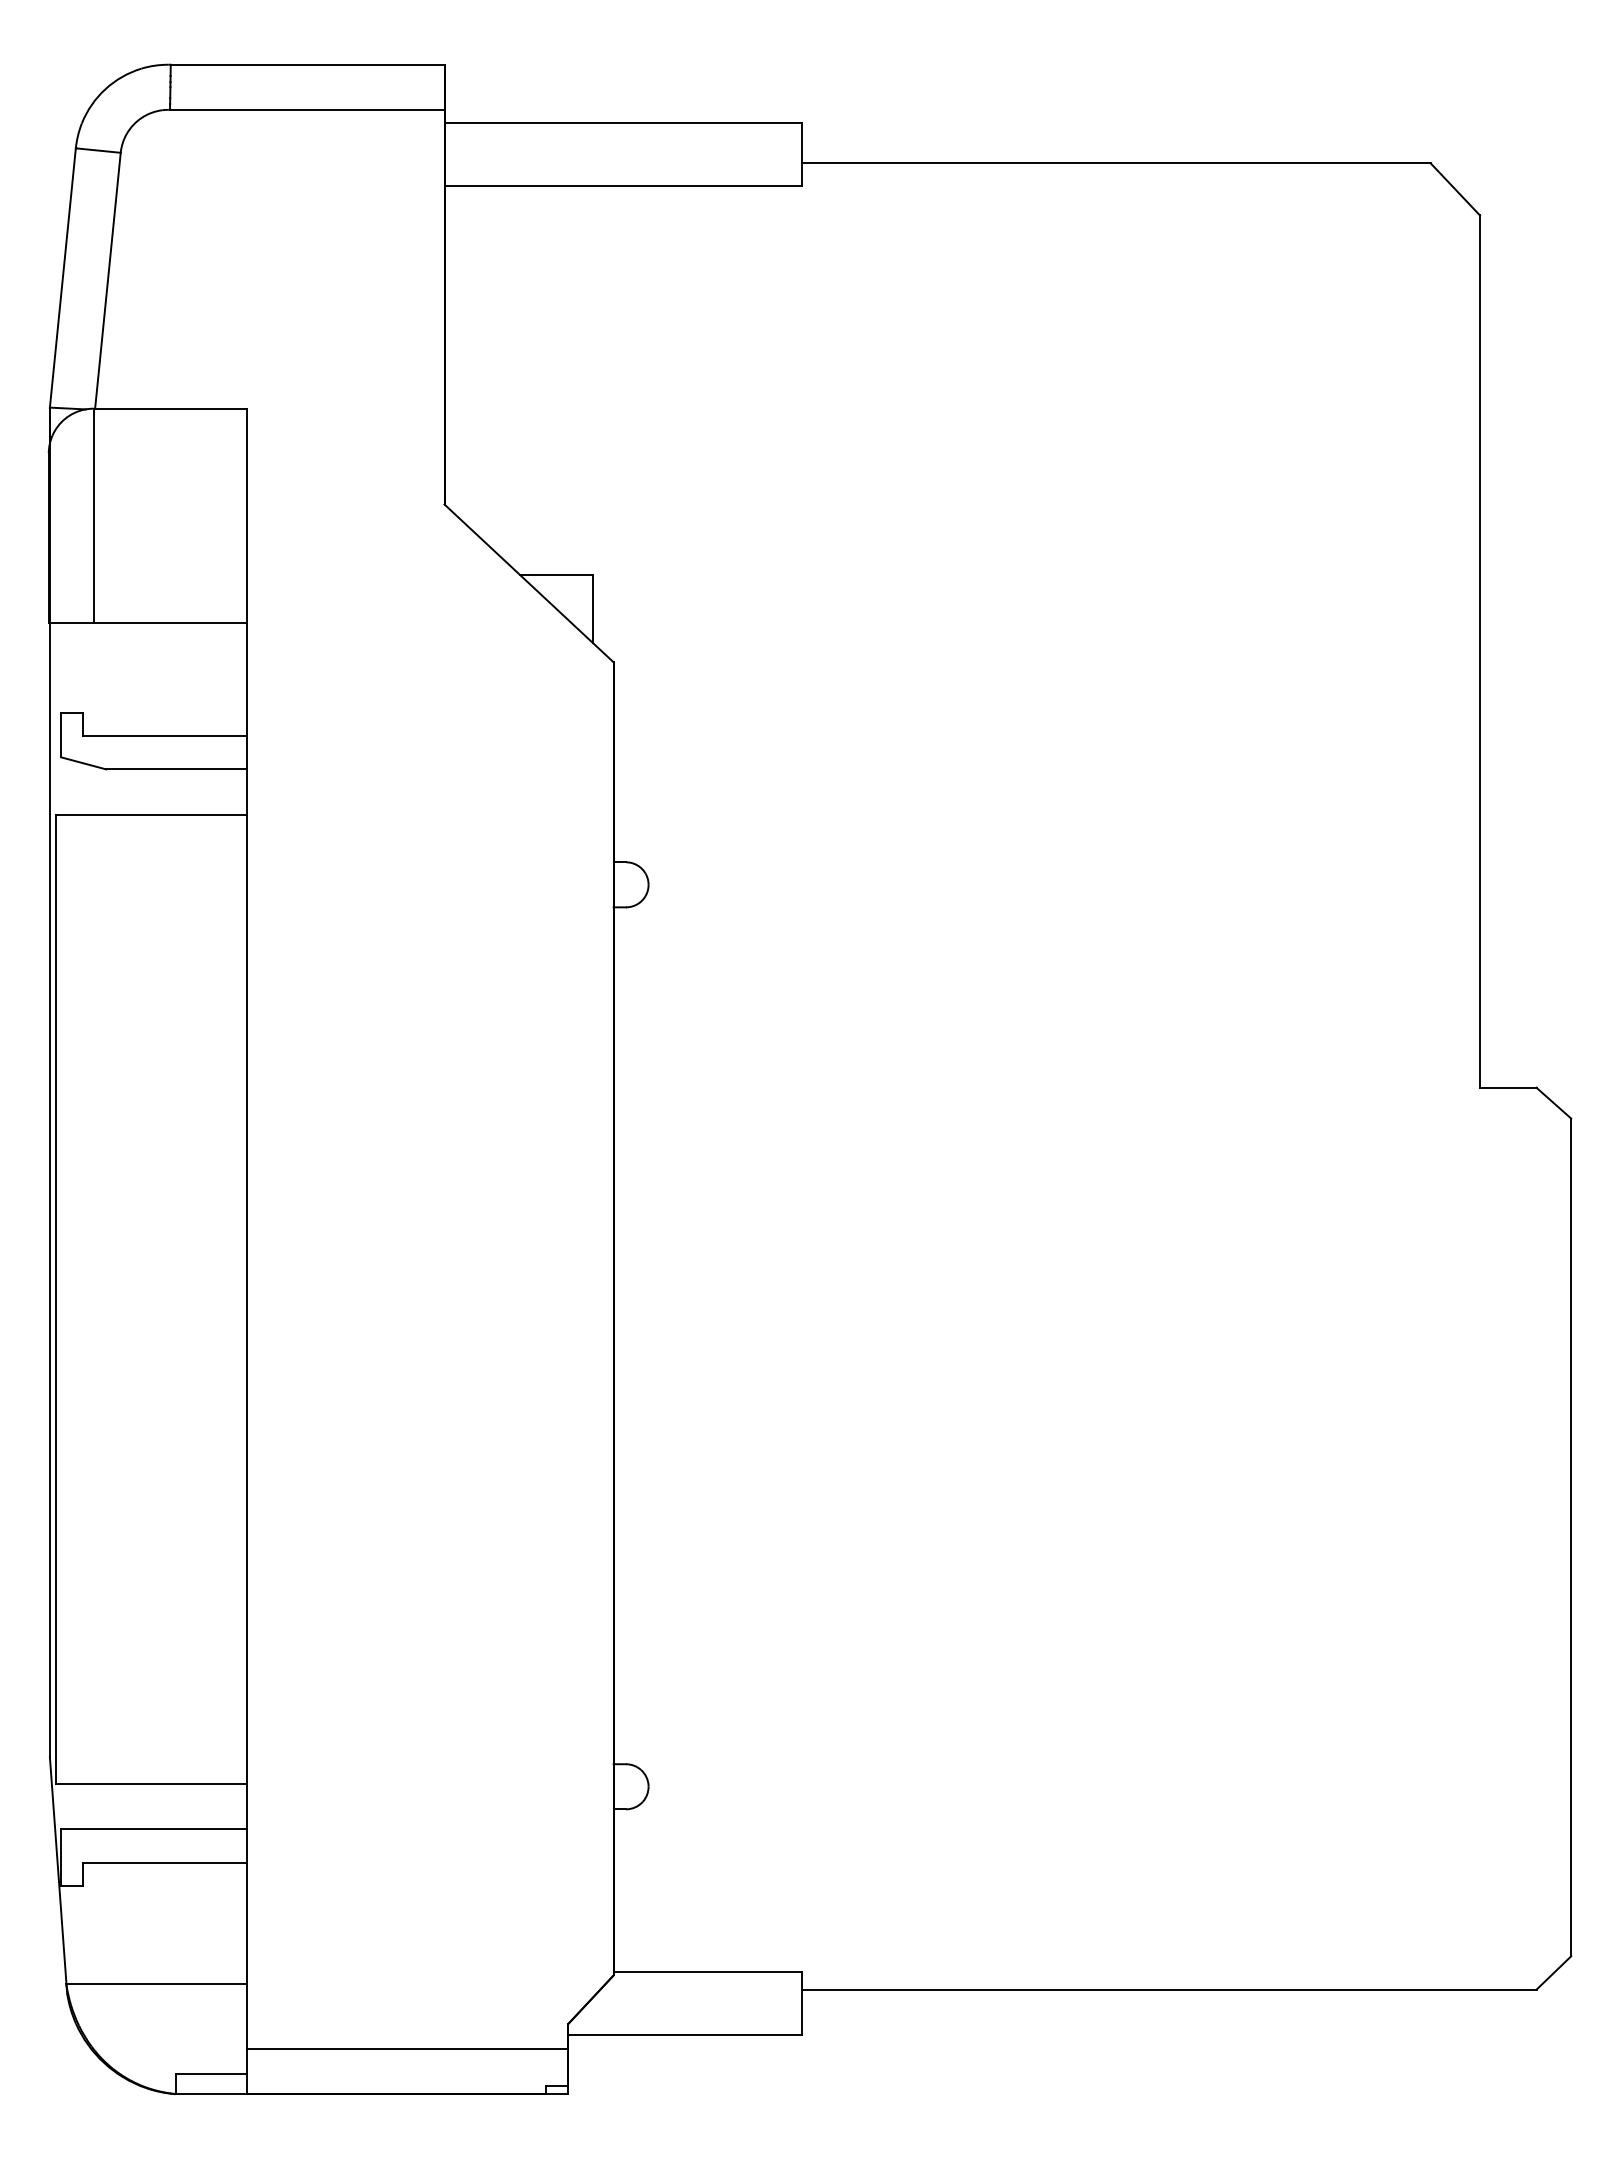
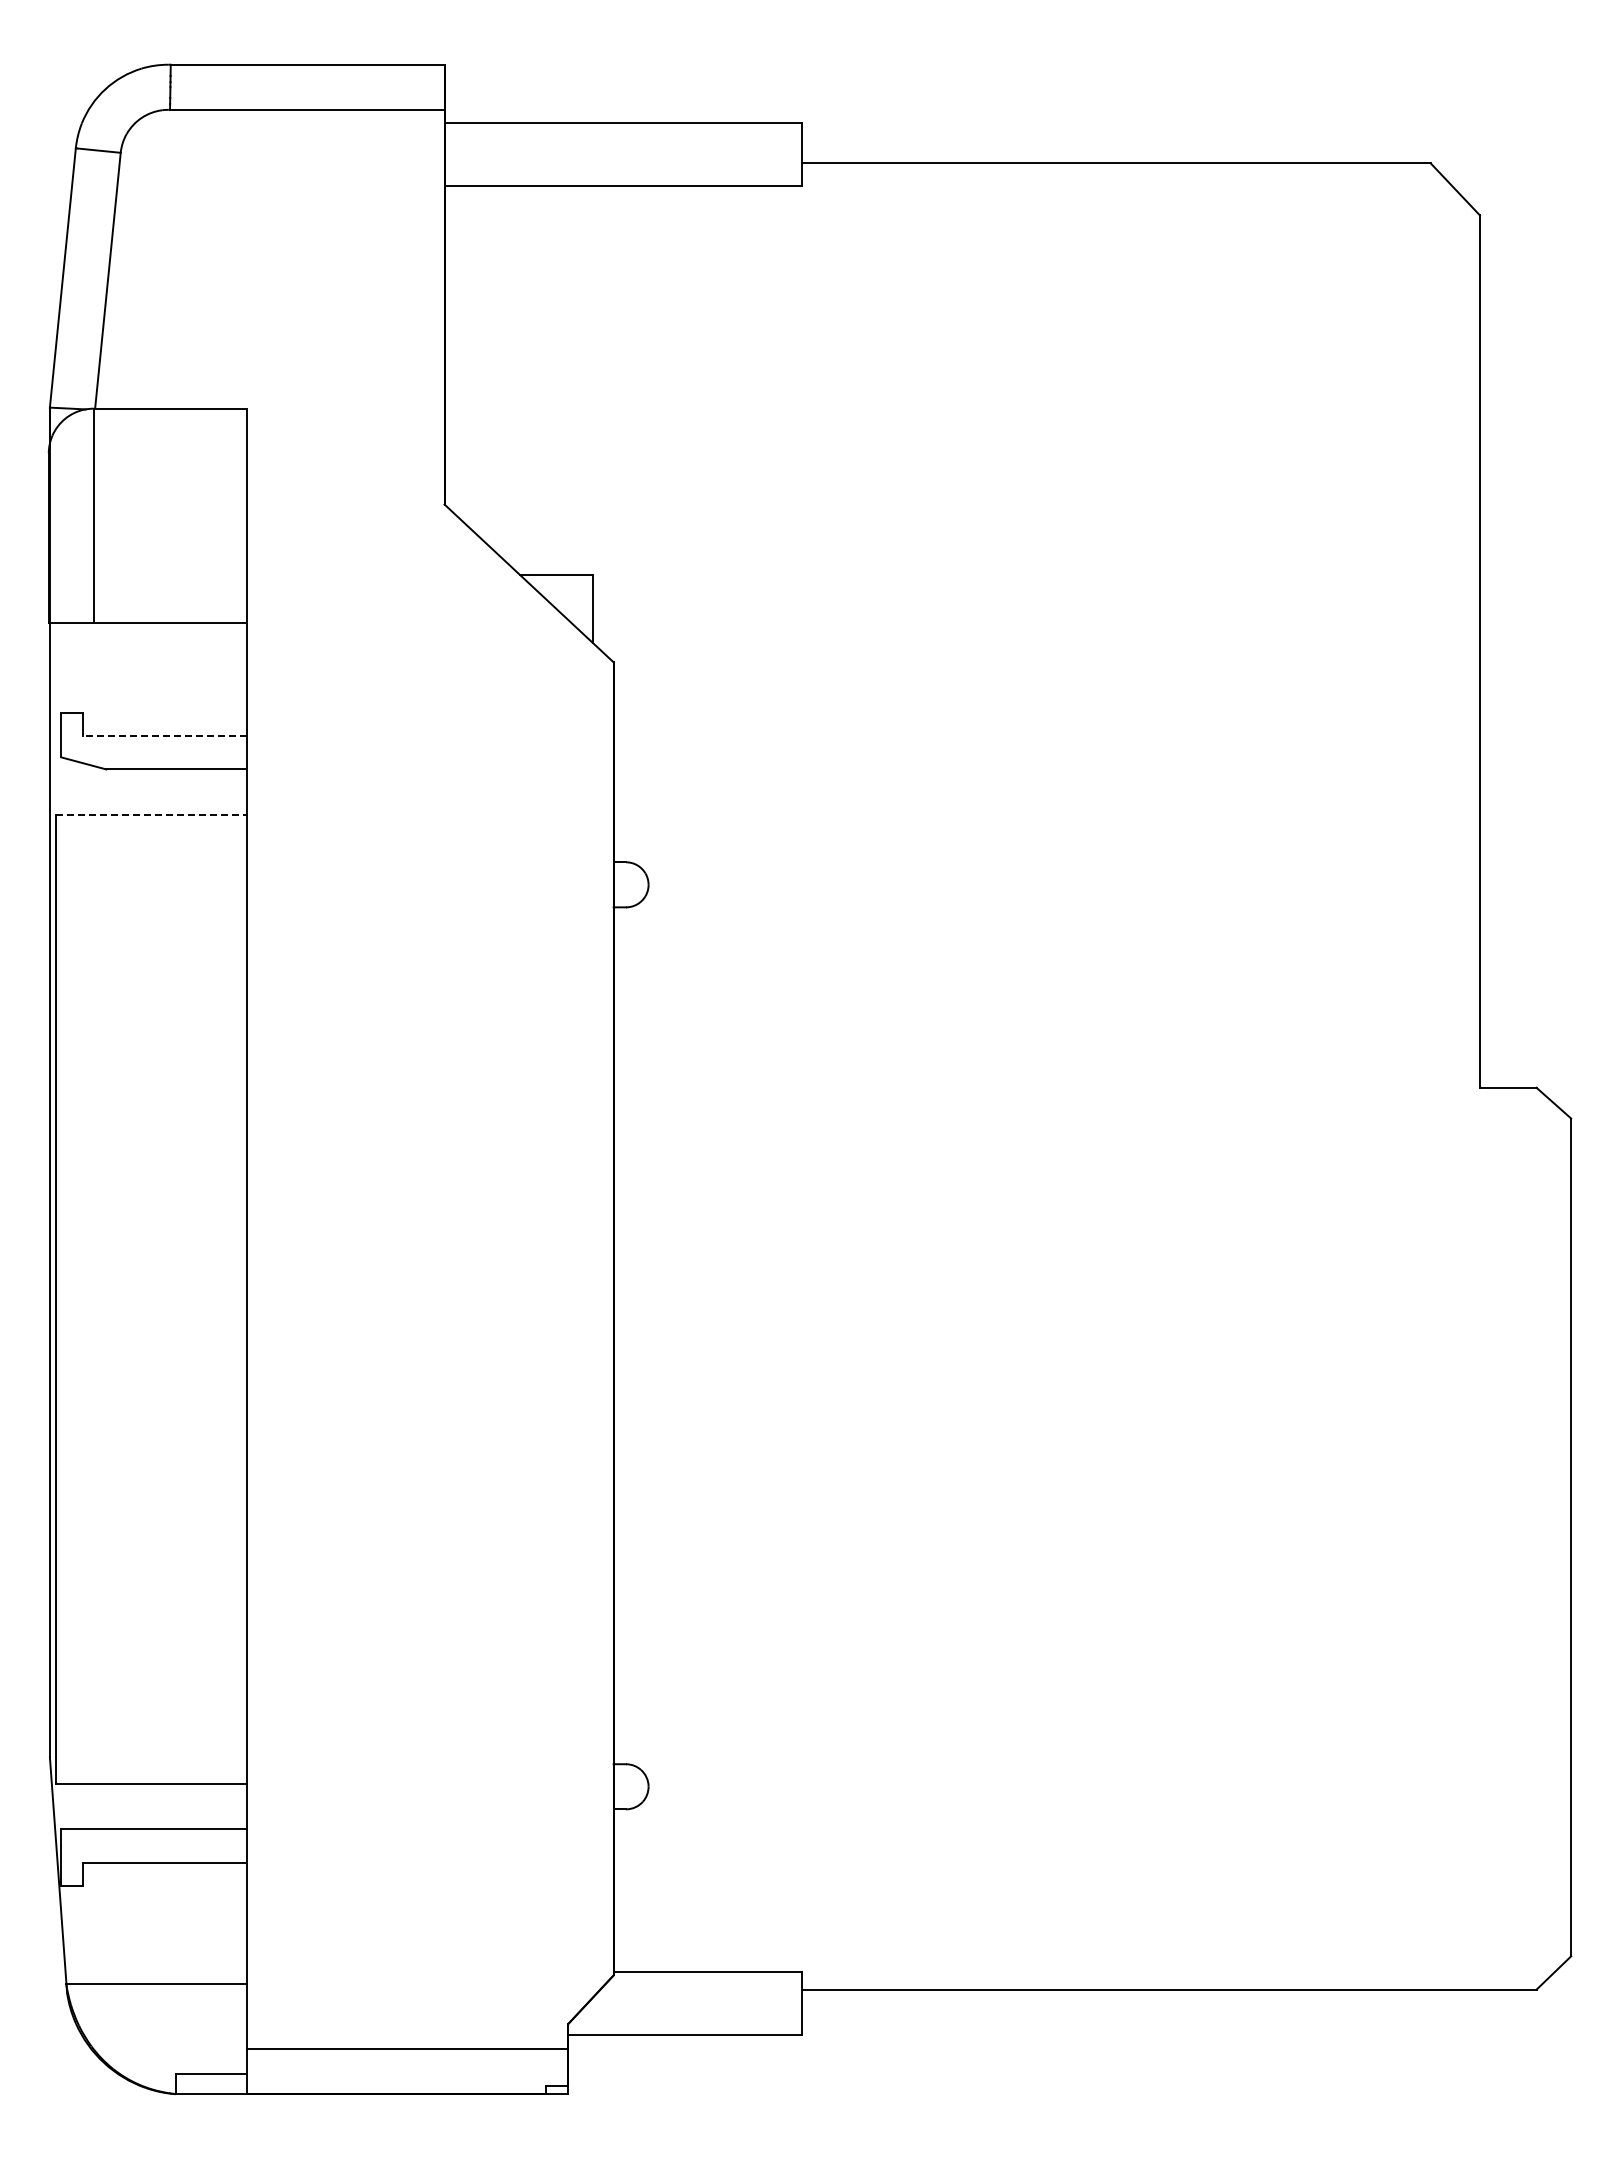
line at (165, 735): solid -> dashed
line at (151, 814): solid -> dashed
